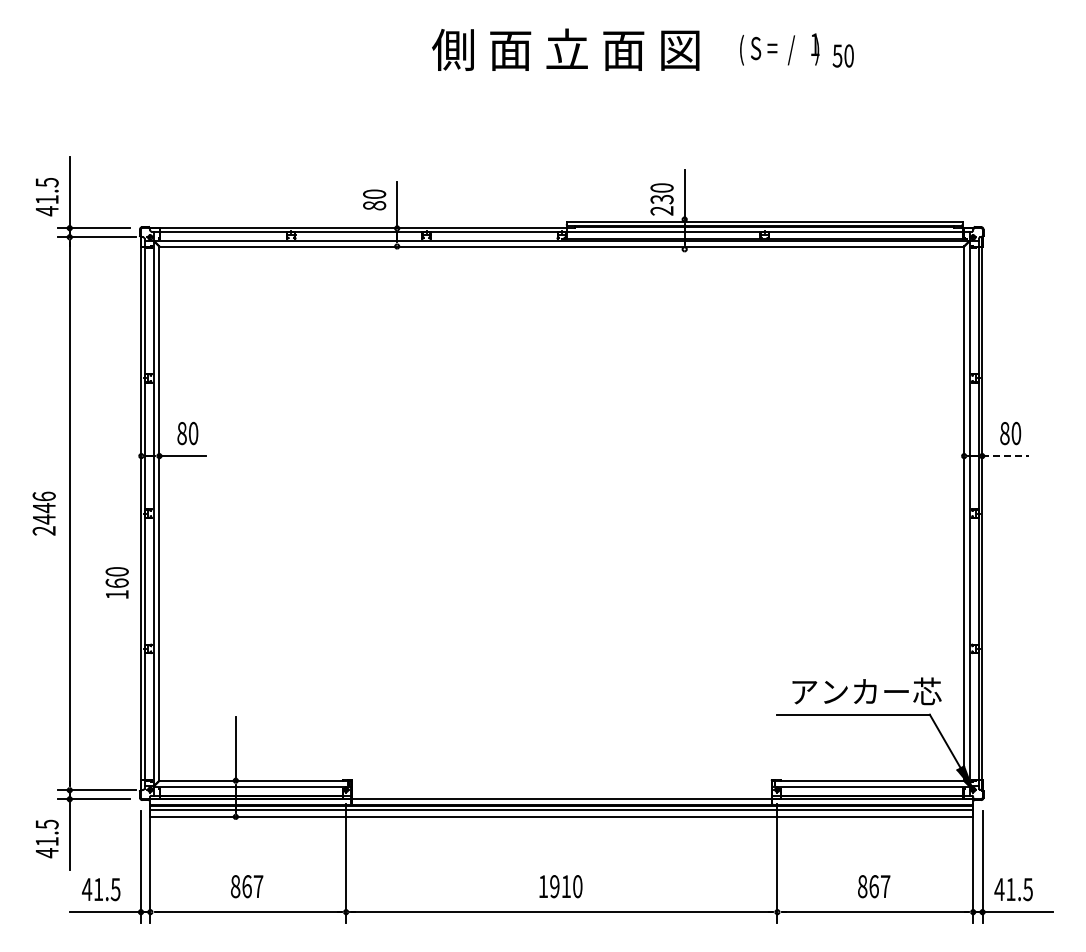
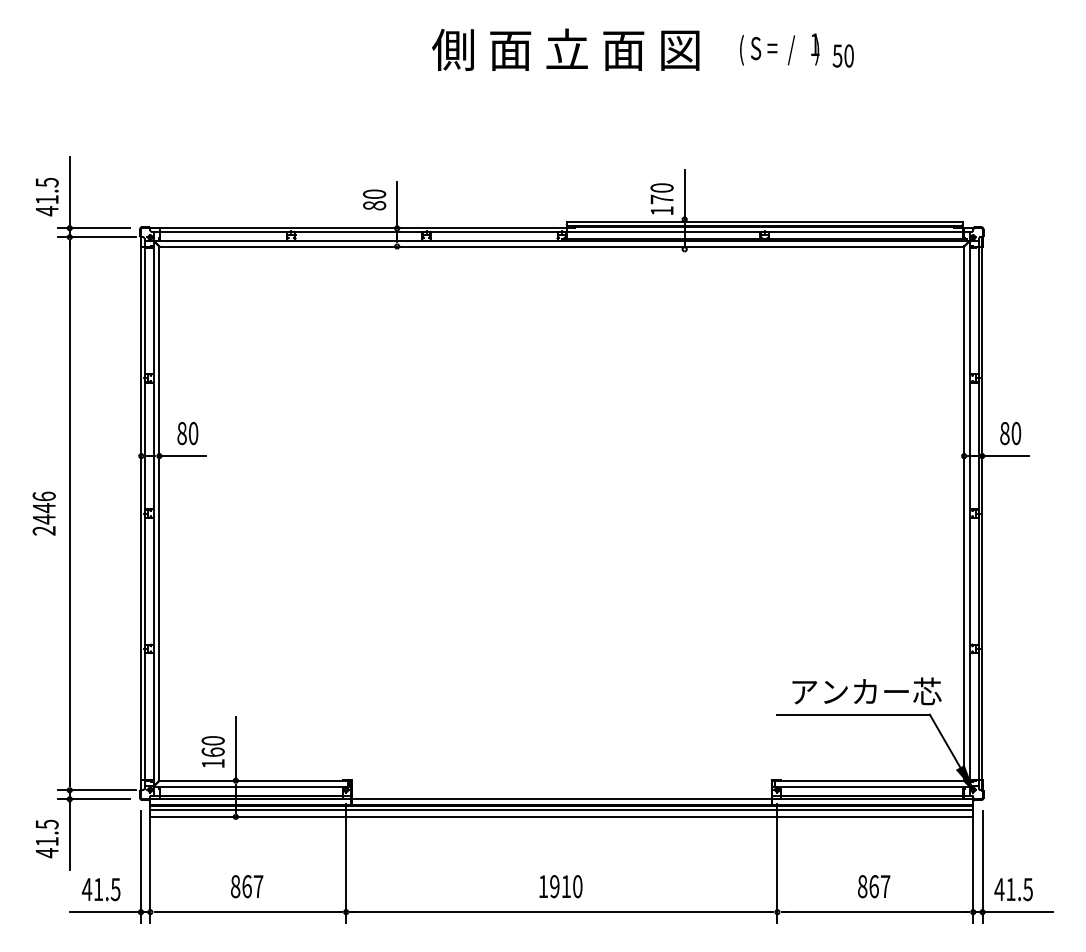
text at (661, 204): 230 -> 170
line at (1006, 456): dashed -> solid
text at (116, 582) position: (116, 582) -> (212, 751)
